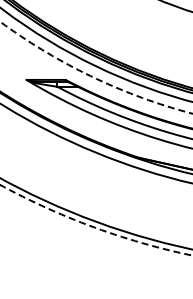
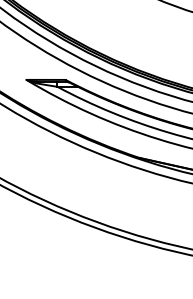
arc at (91, 76): dashed -> solid
arc at (94, 227): dashed -> solid
